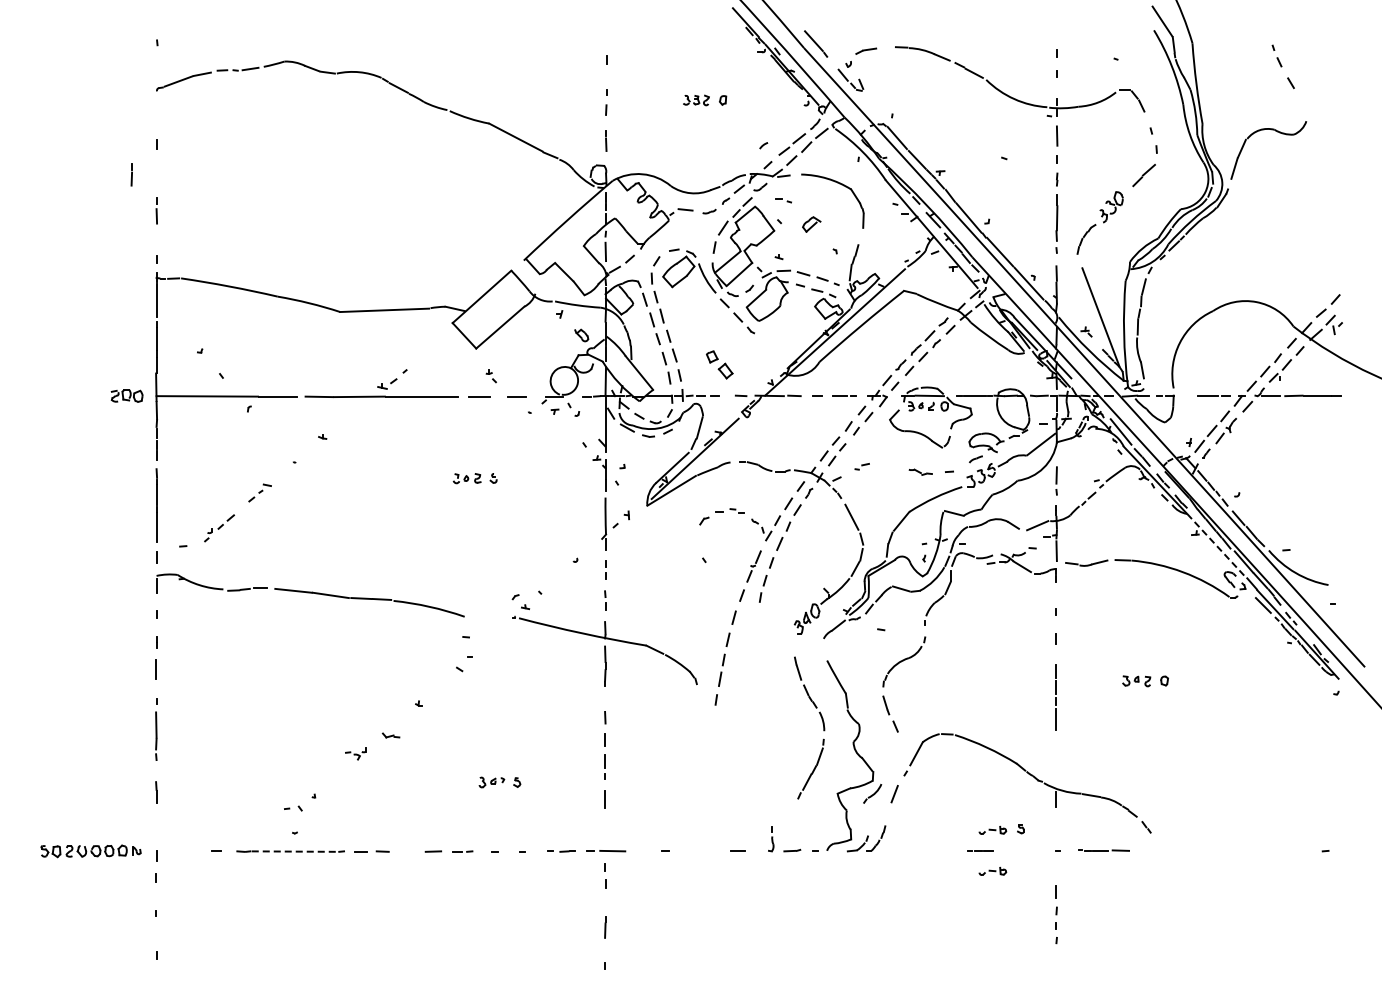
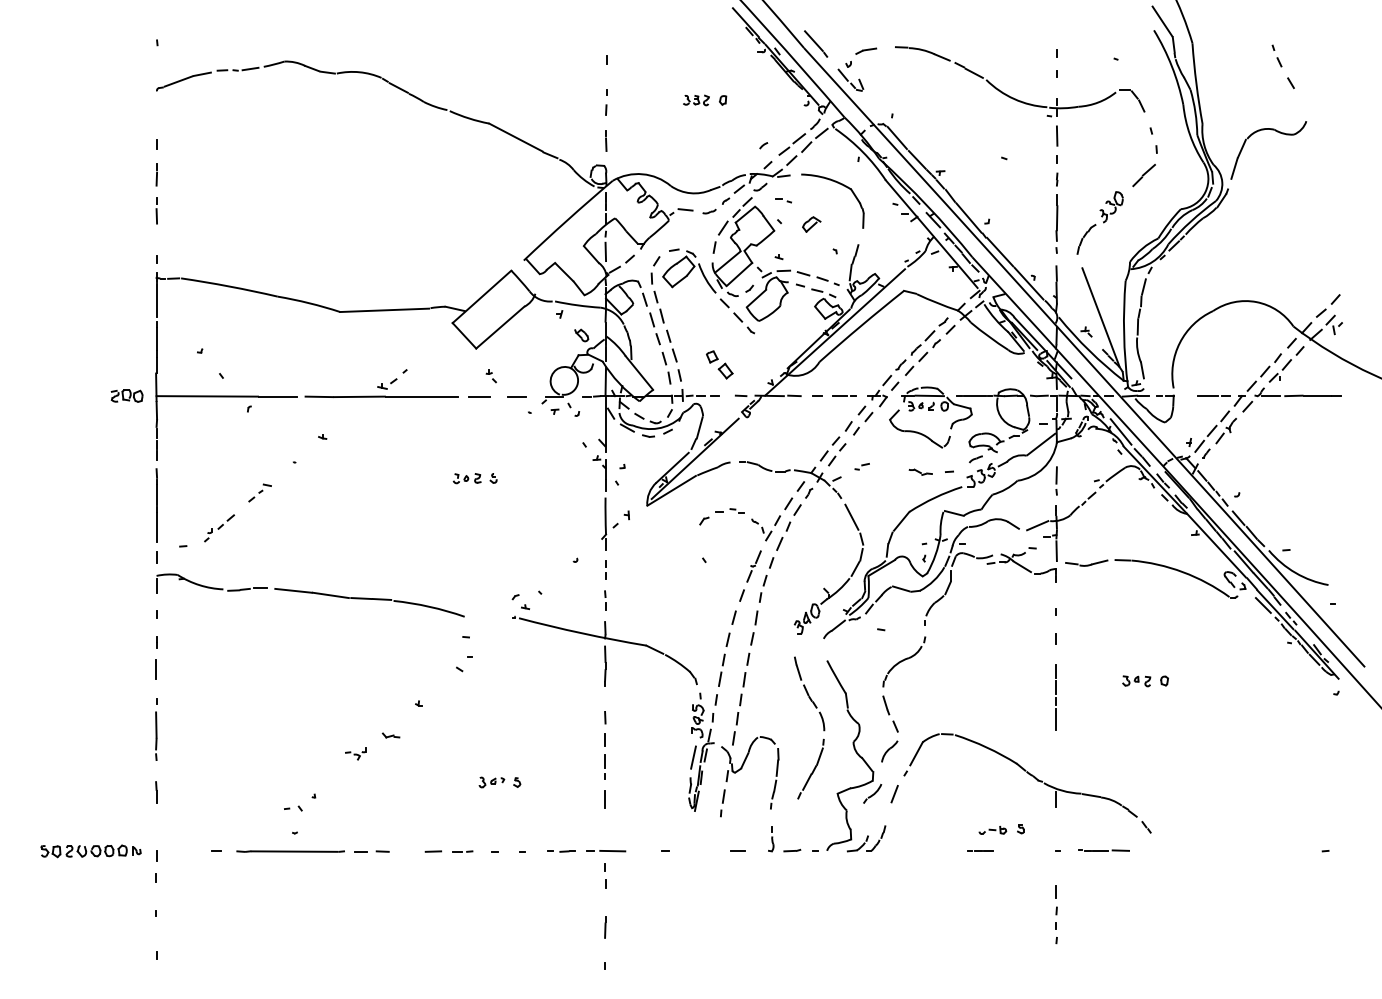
line at (131, 174) position: (131, 174) -> (156, 174)
line at (1216, 546): dashed -> solid
part at (733, 713): none -> present
part at (889, 751): none -> present
line at (294, 851): dashed -> solid
part at (992, 870): present -> none
